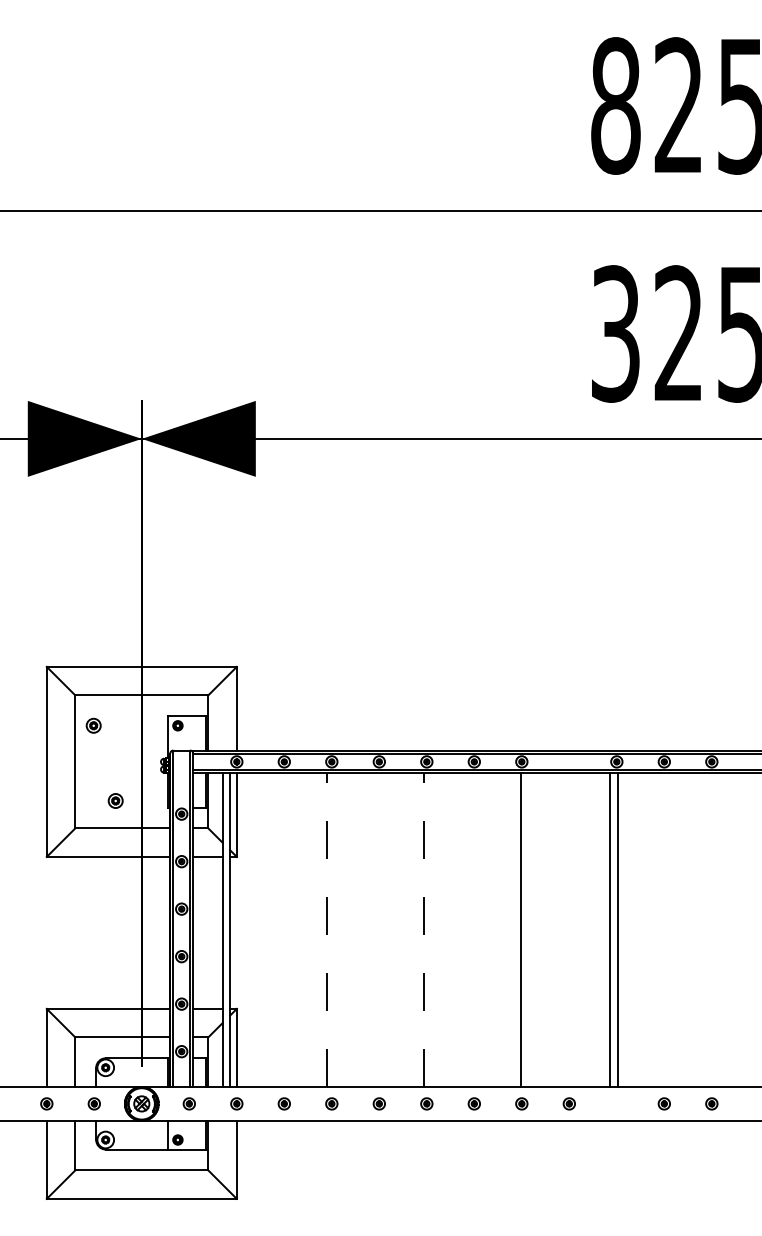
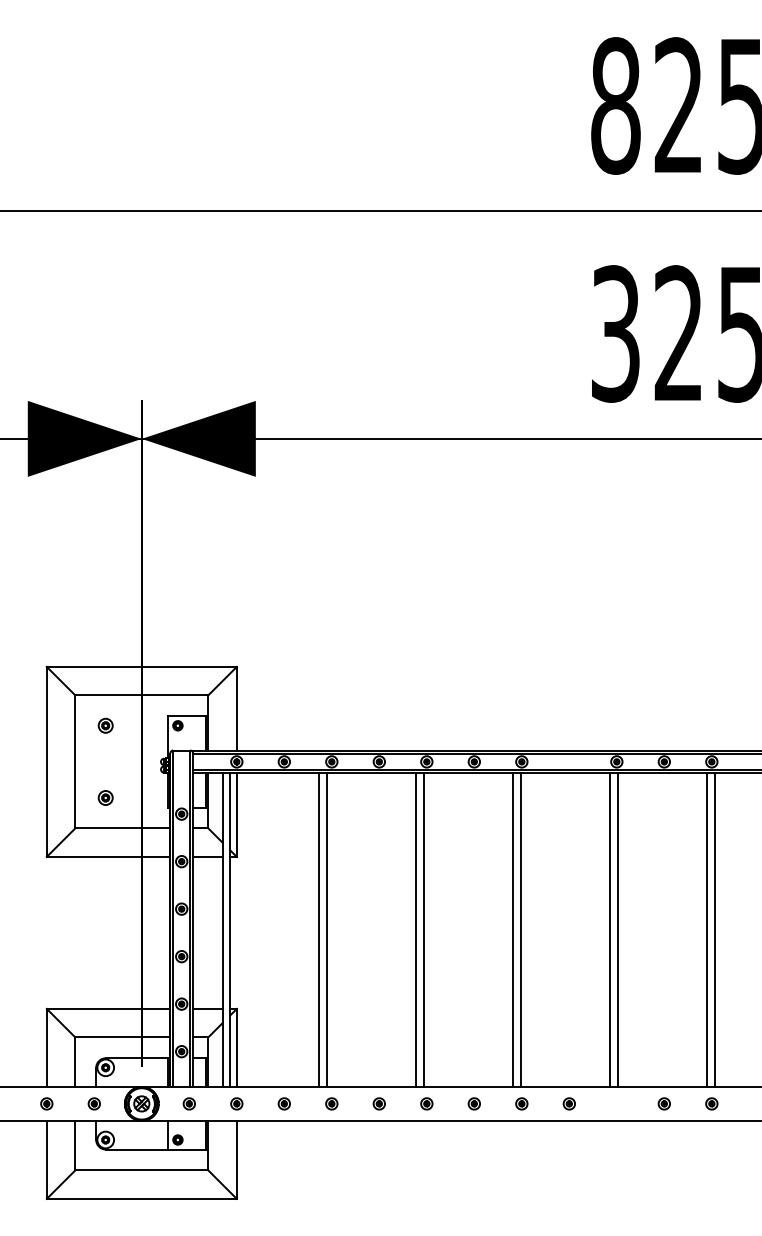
part at (93, 725) position: (93, 725) -> (105, 725)
part at (115, 800) position: (115, 800) -> (105, 797)
line at (319, 930): none -> present
line at (327, 930): dashed -> solid
line at (416, 930): none -> present
line at (423, 930): dashed -> solid
line at (513, 930): none -> present
line at (707, 930): none -> present
line at (714, 930): none -> present
